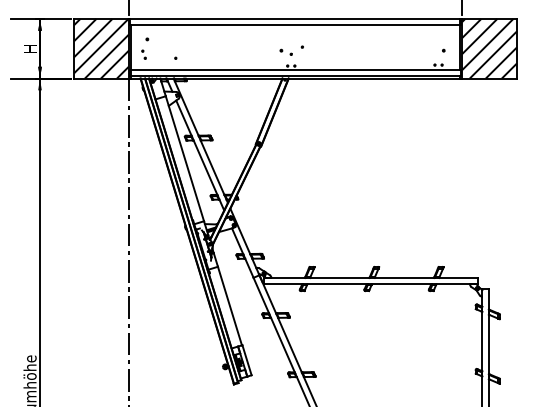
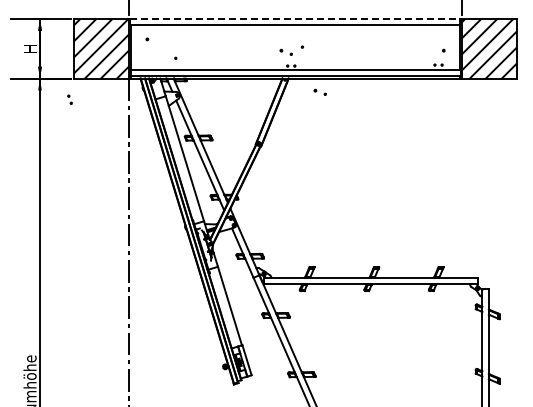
line at (295, 19): solid -> dashed
part at (143, 54) position: (143, 54) -> (69, 99)
part at (319, 91): none -> present
